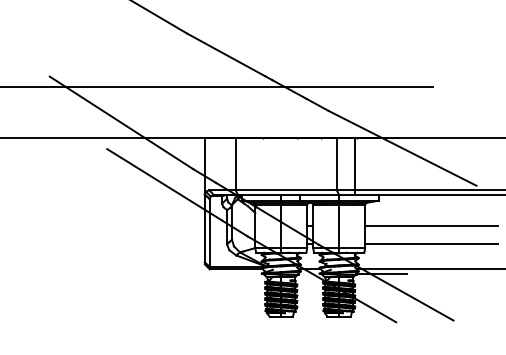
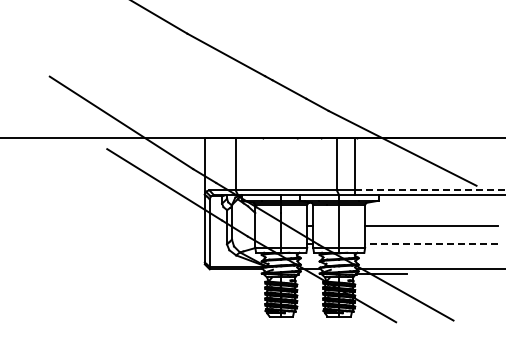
line at (217, 87): present -> none
line at (431, 190): solid -> dashed
line at (431, 244): solid -> dashed
